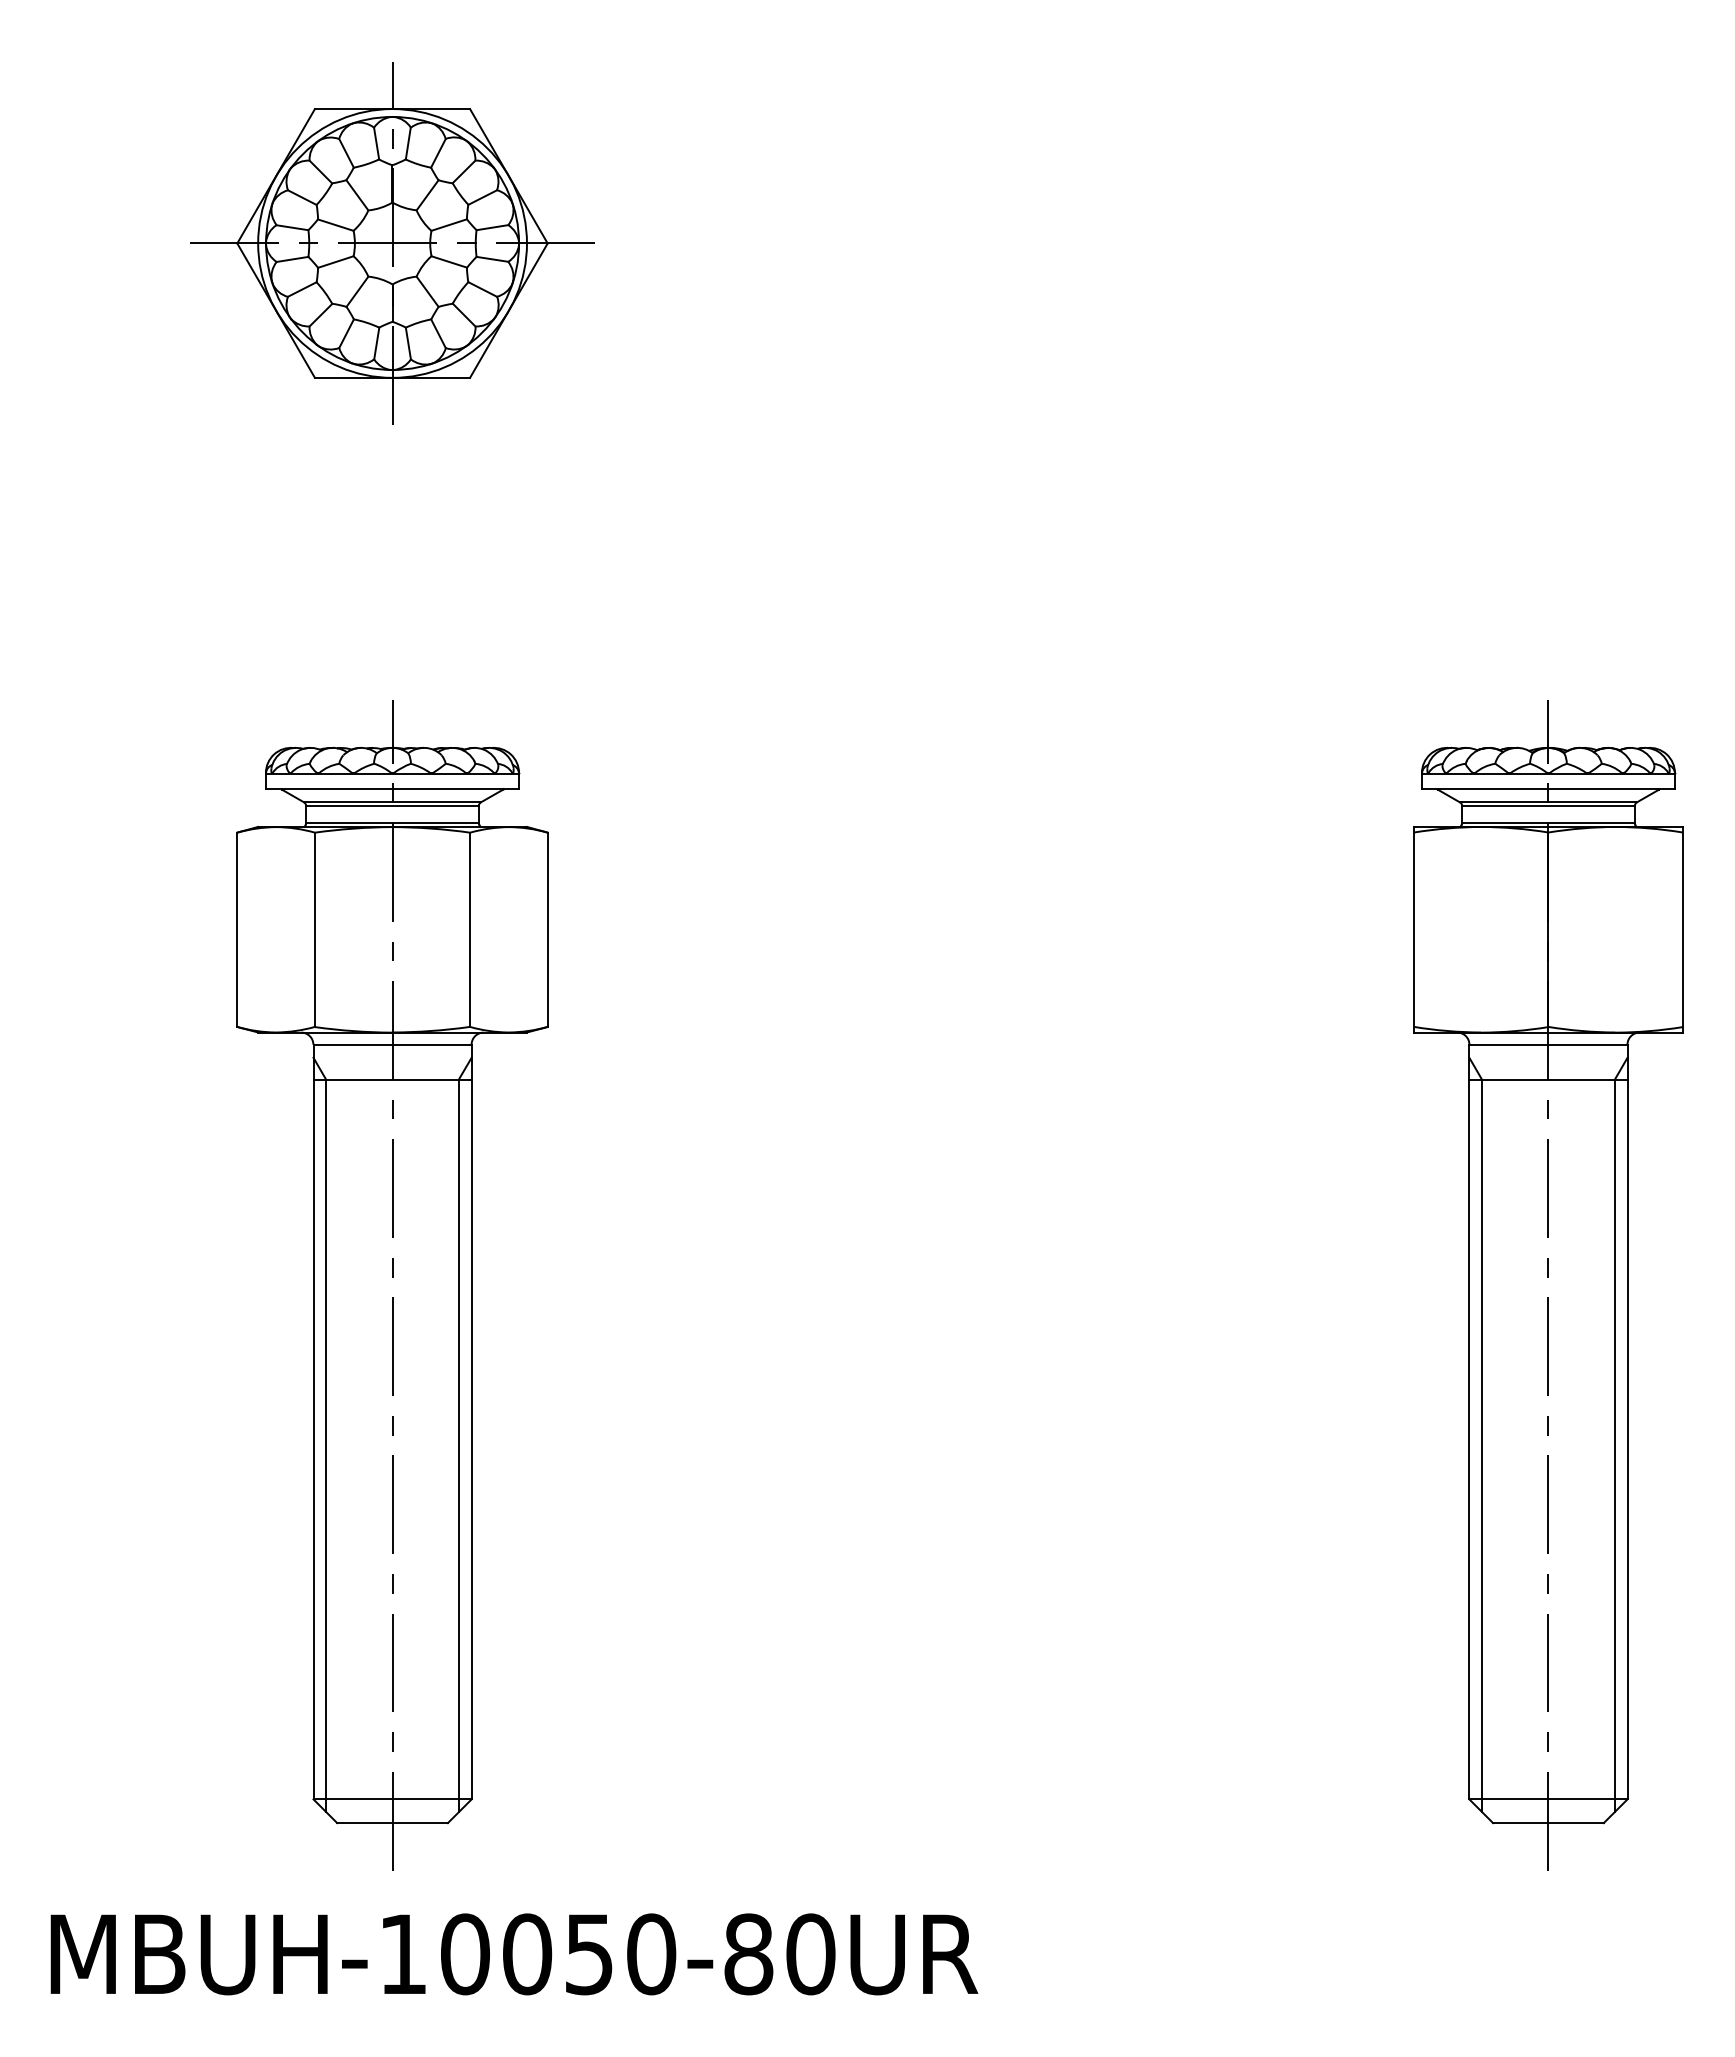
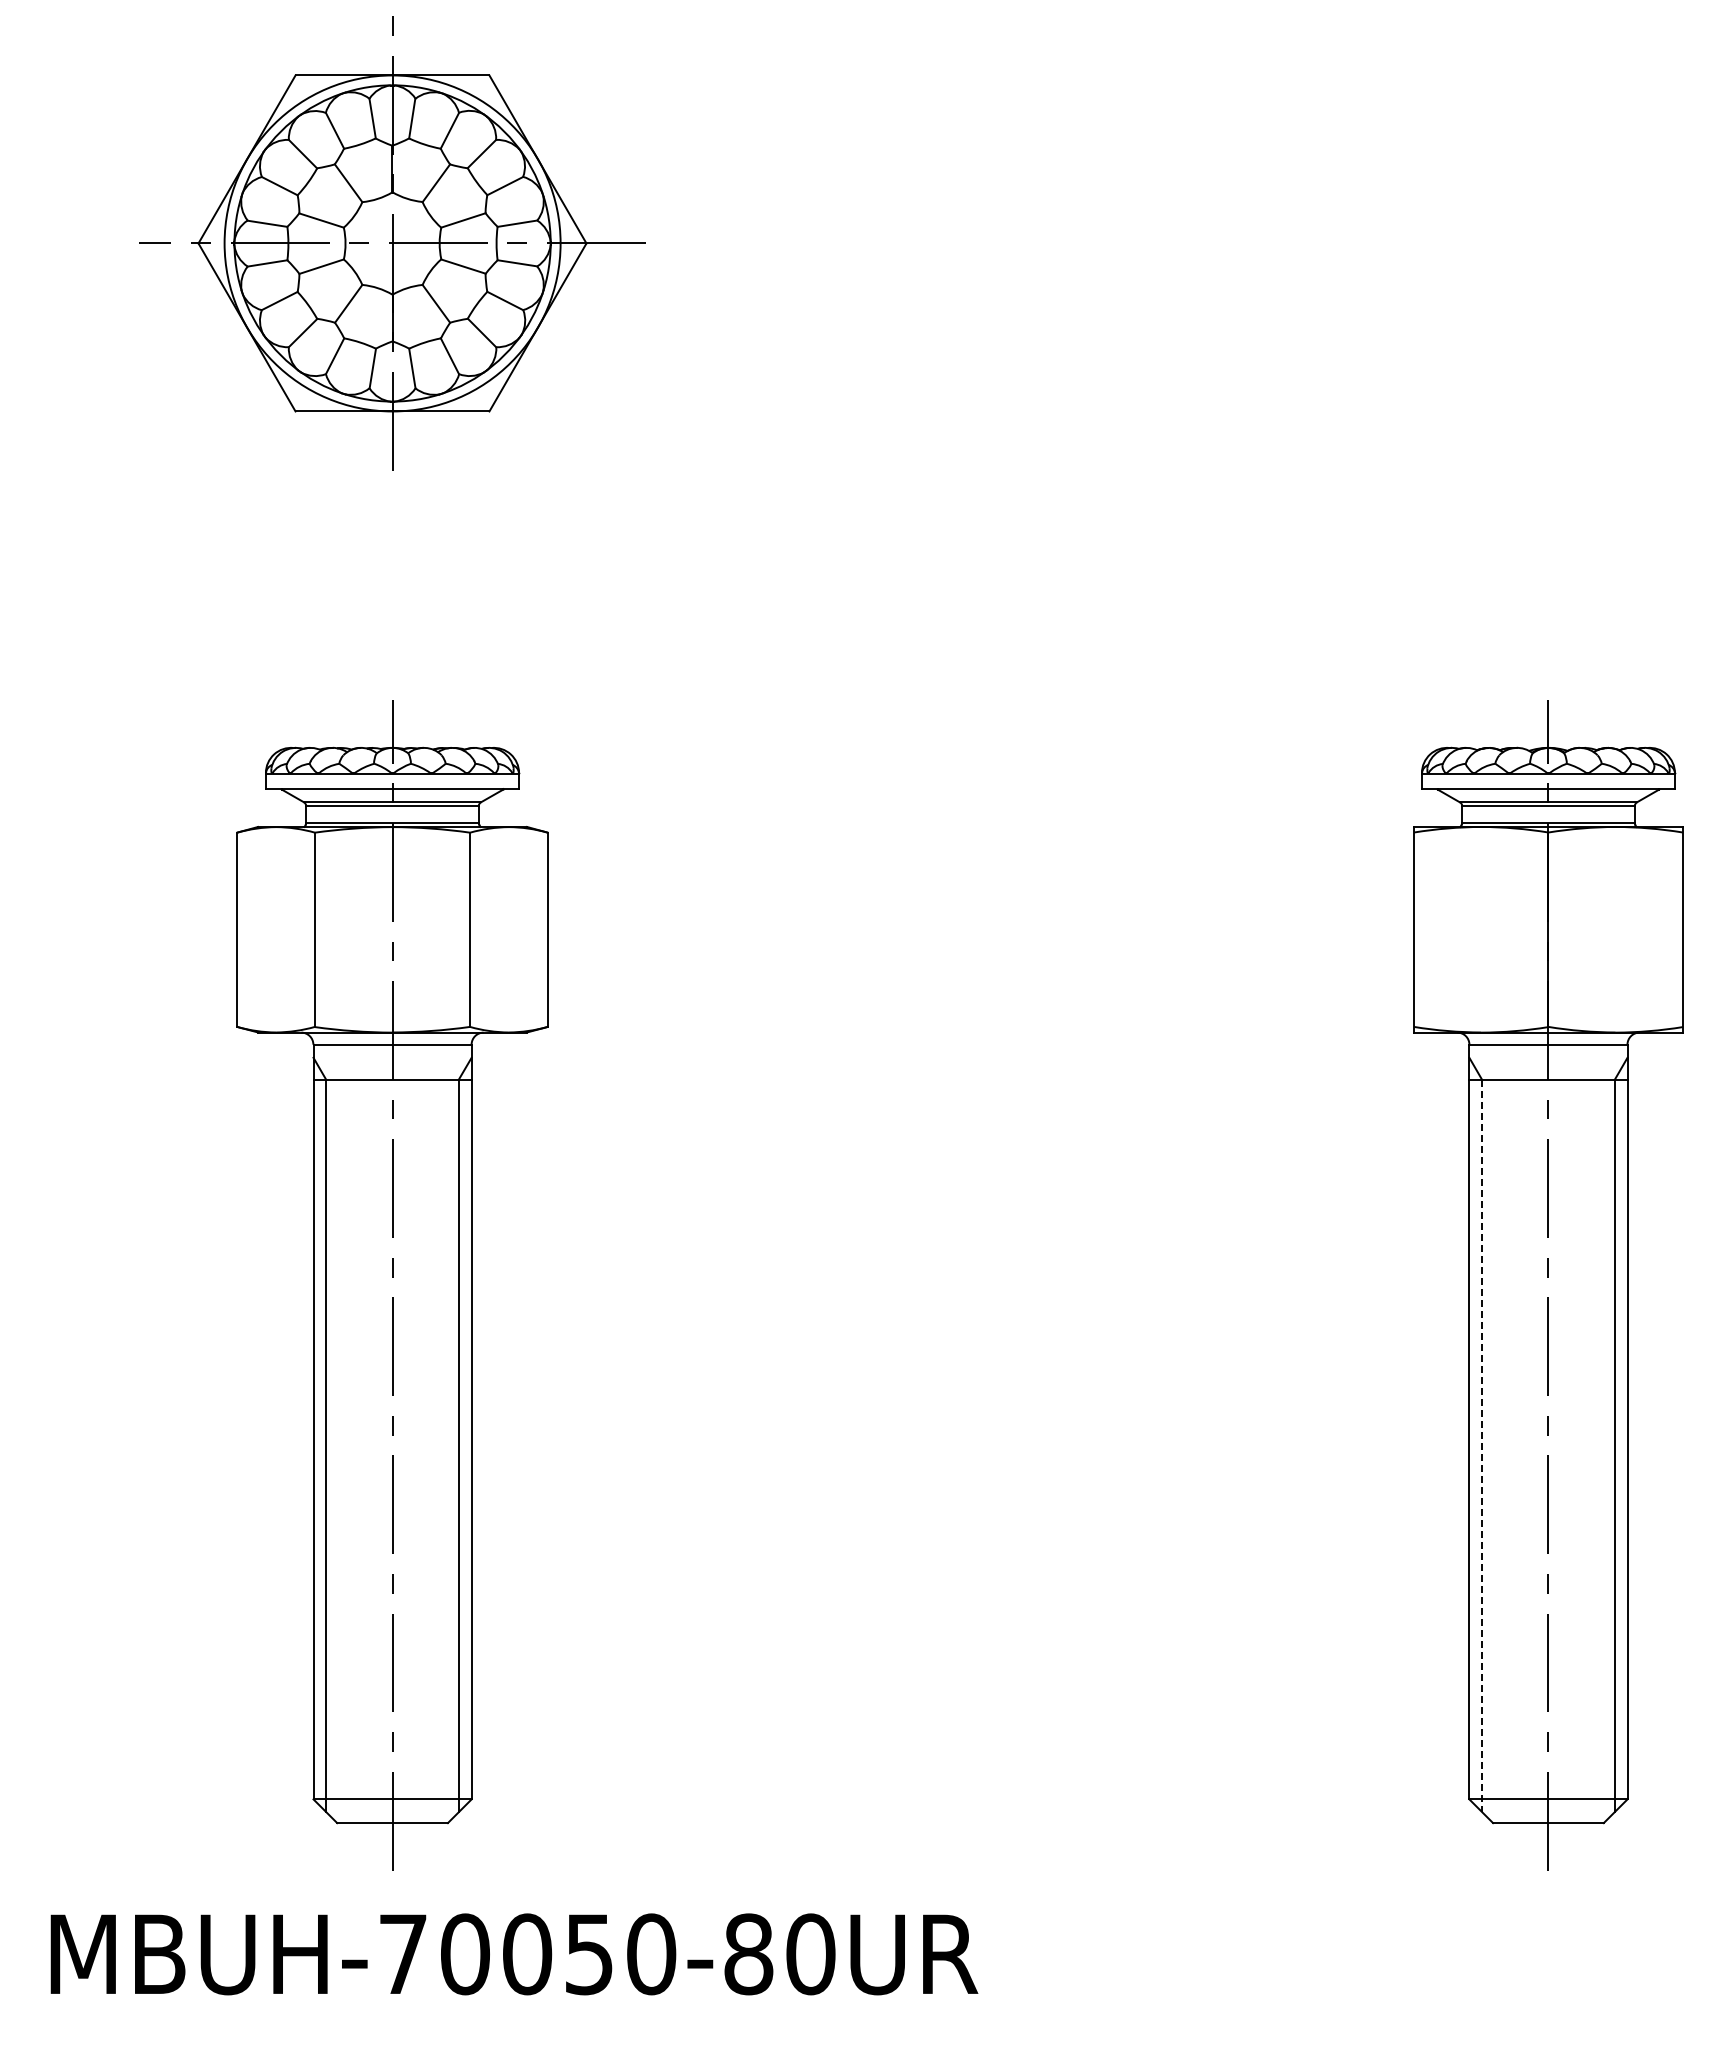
part at (392, 243) size: 405x363 px -> 507x455 px
line at (1482, 1446): solid -> dashed
text at (403, 1953): MBUH-10050-80UR -> MBUH-70050-80UR
